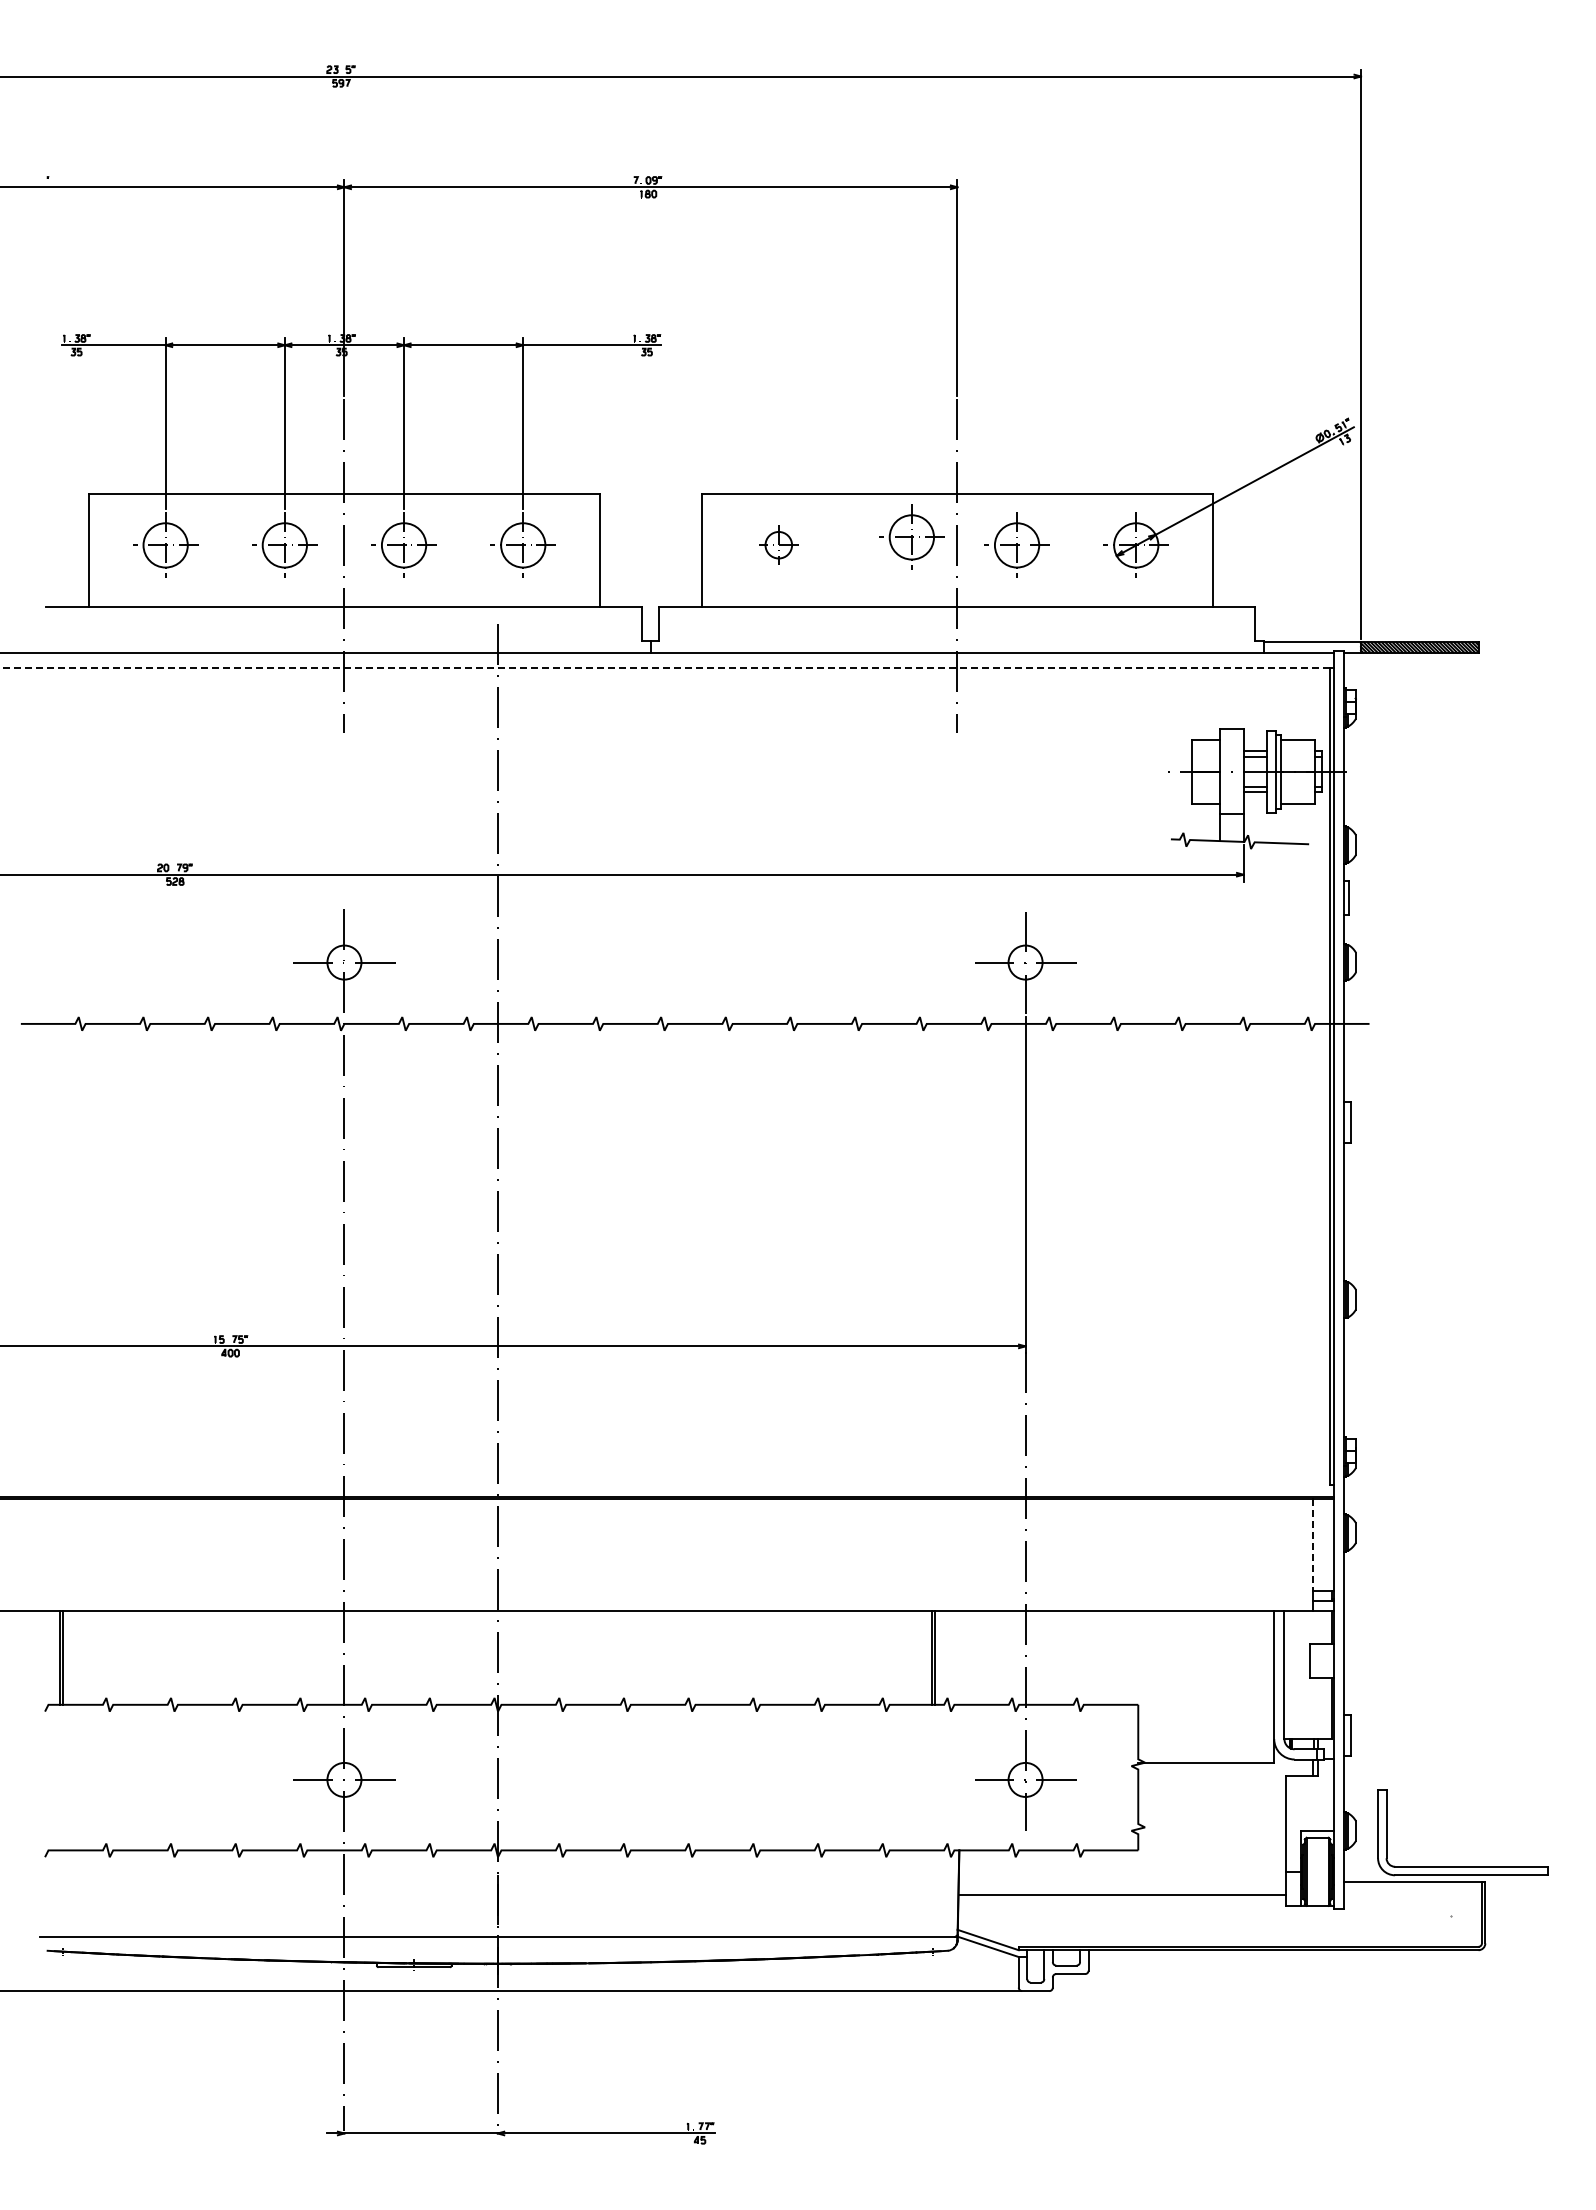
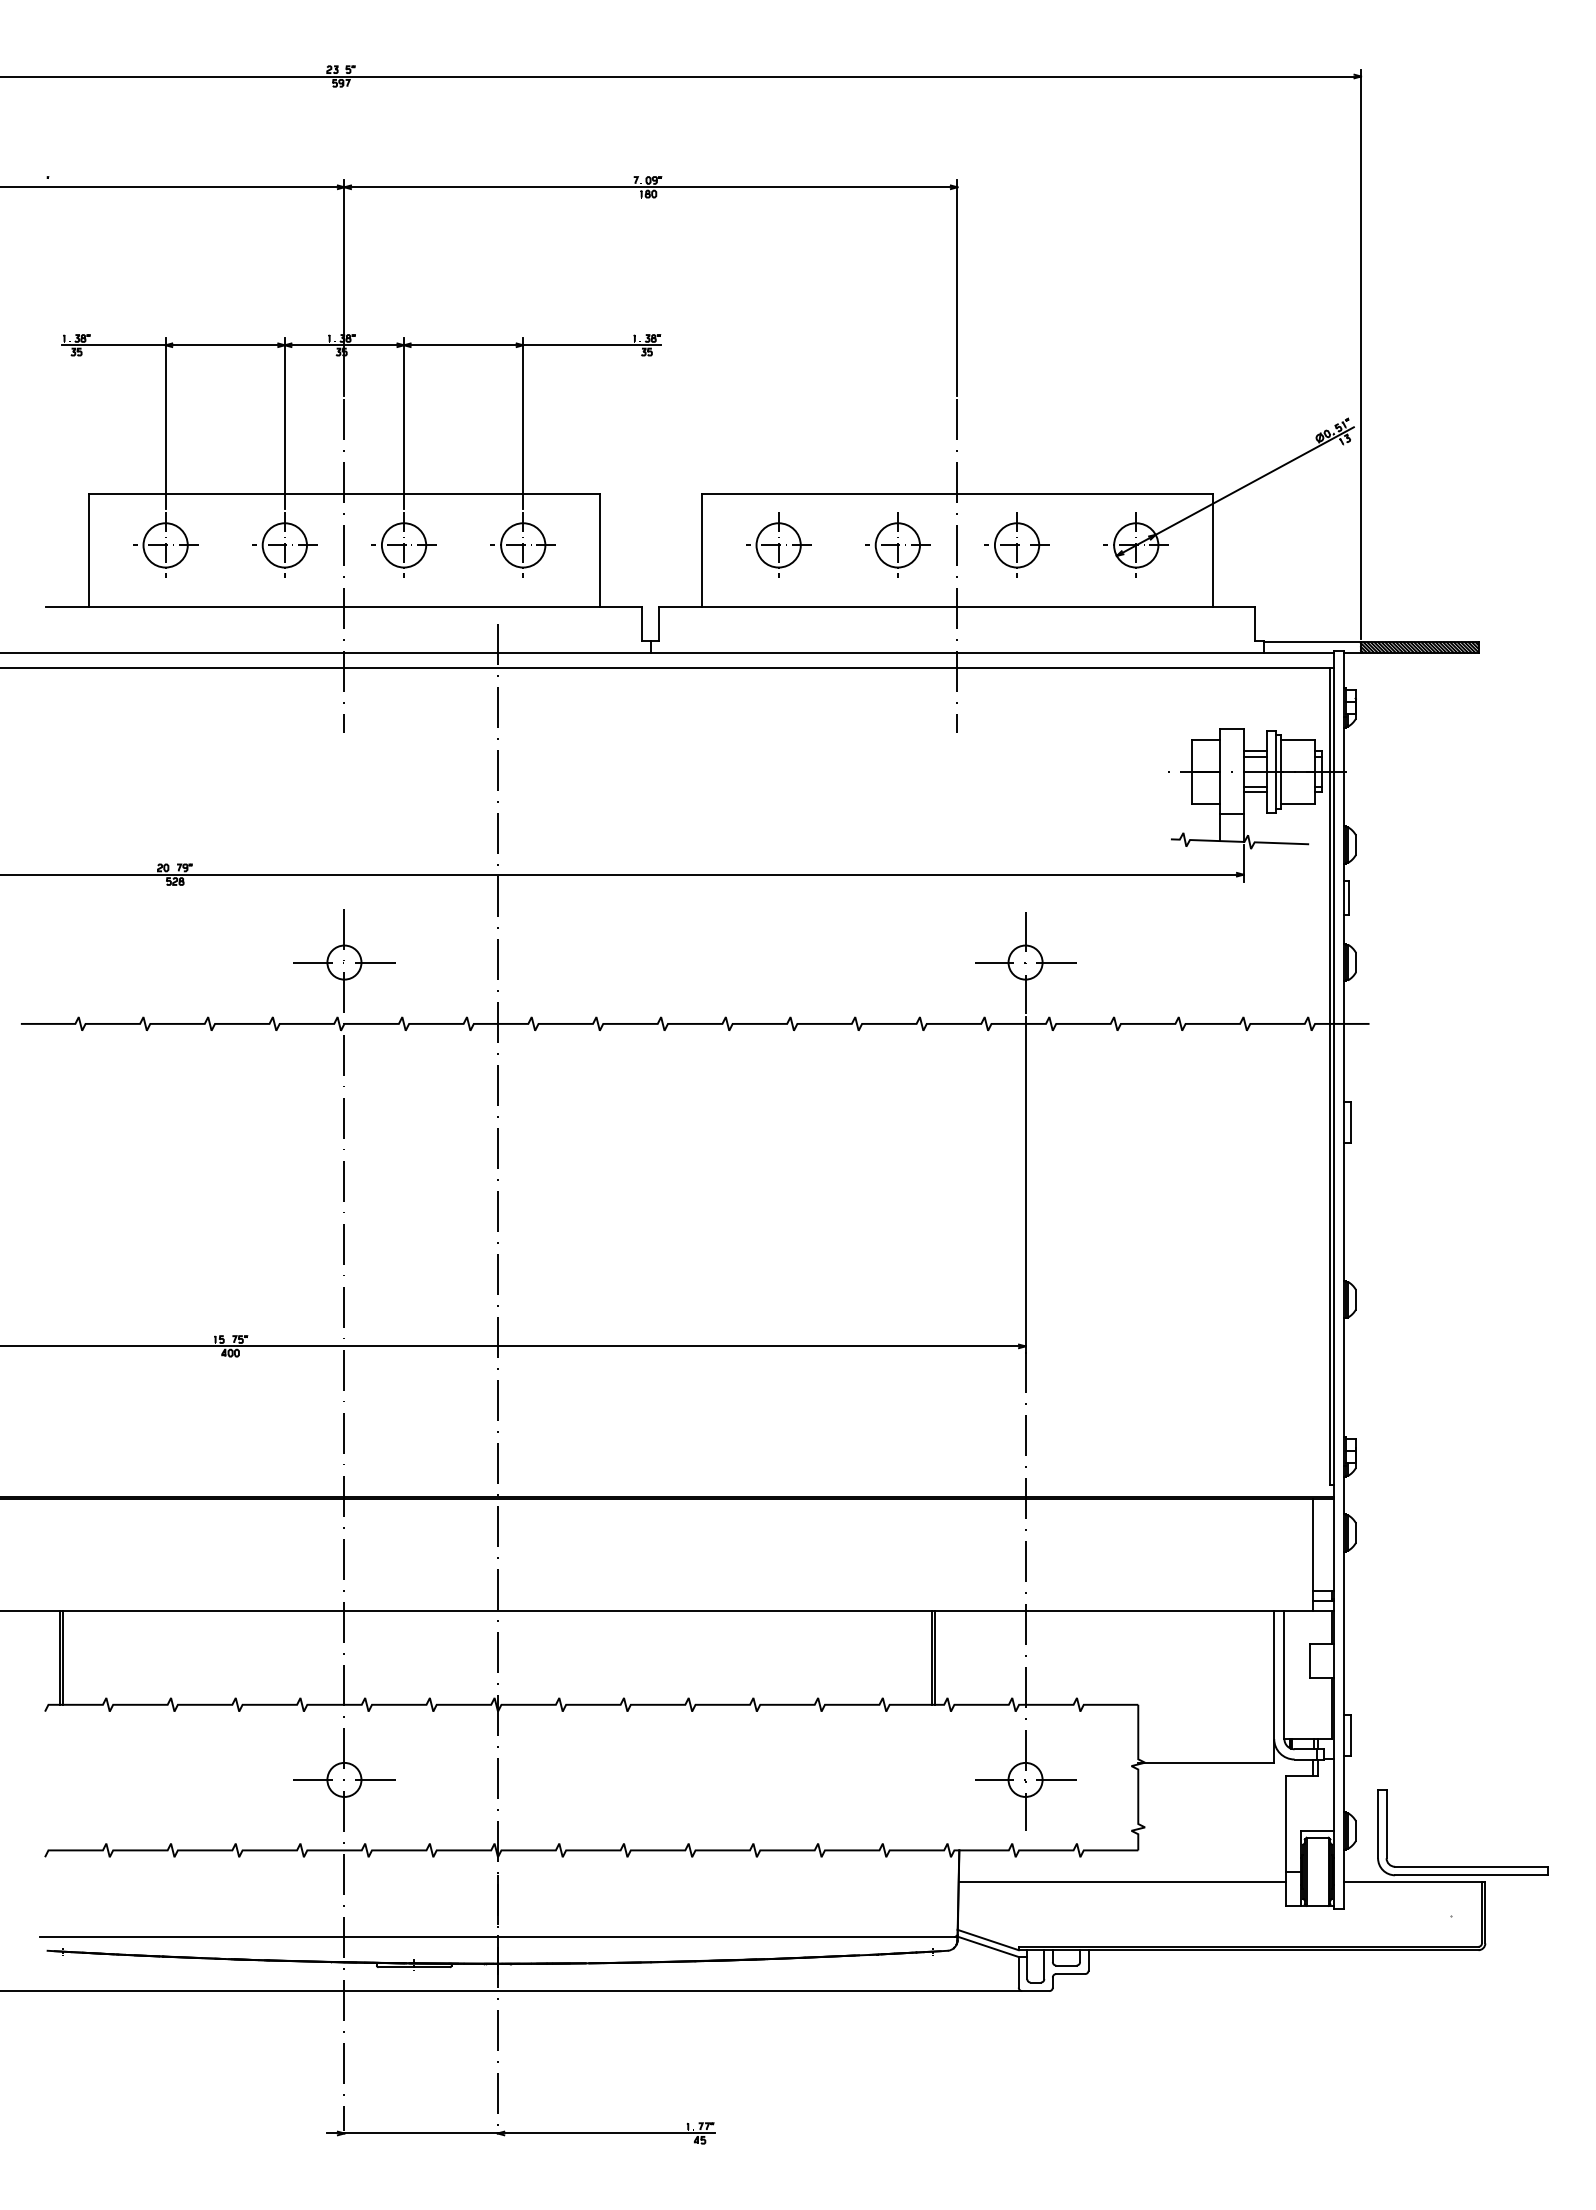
part at (911, 536) position: (911, 536) -> (897, 544)
part at (778, 544) size: 40x40 px -> 66x66 px
line at (665, 668): dashed -> solid
line at (1313, 1544): dashed -> solid
line at (1122, 1895) position: (1122, 1895) -> (1122, 1882)
